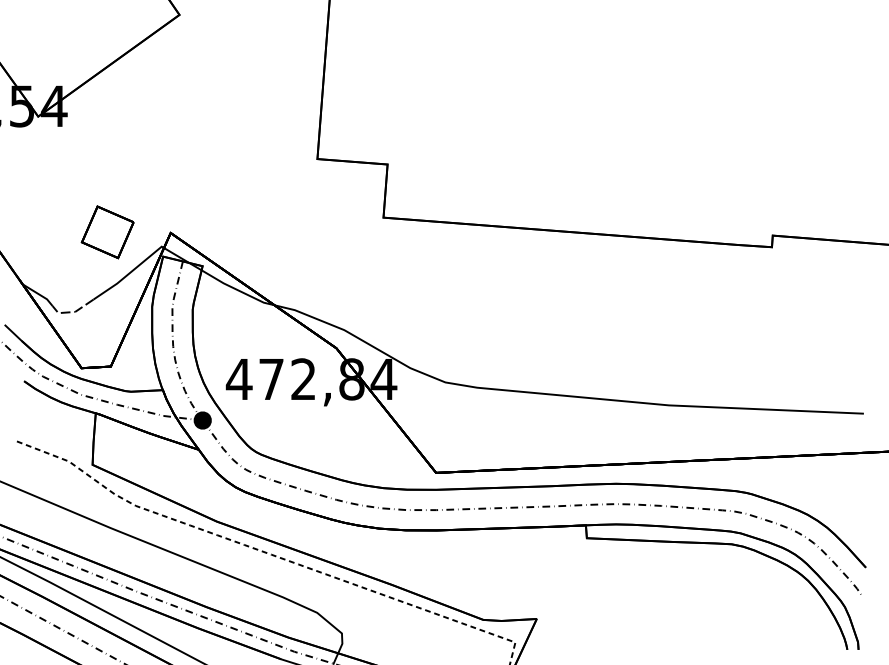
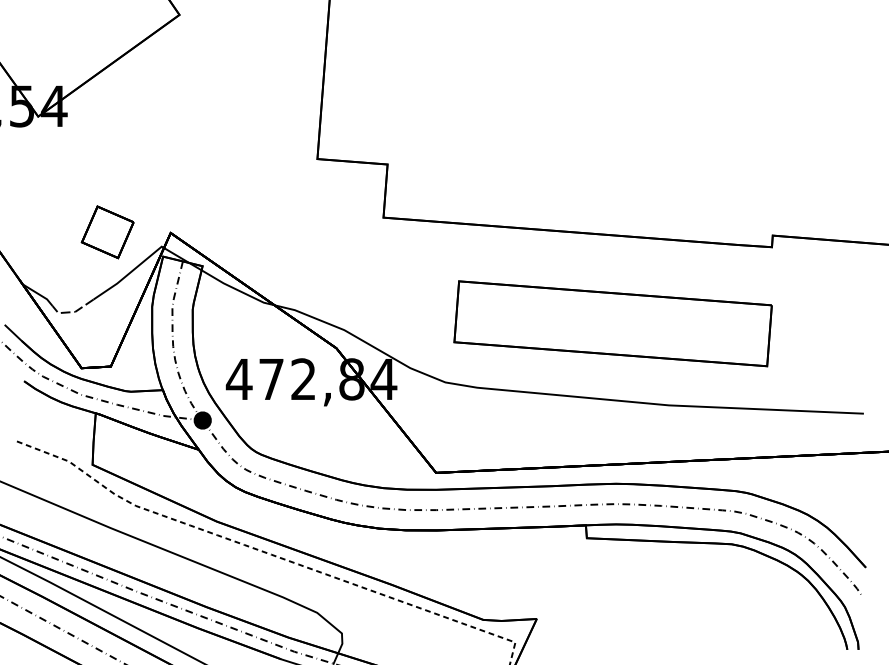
part at (612, 323): none -> present
